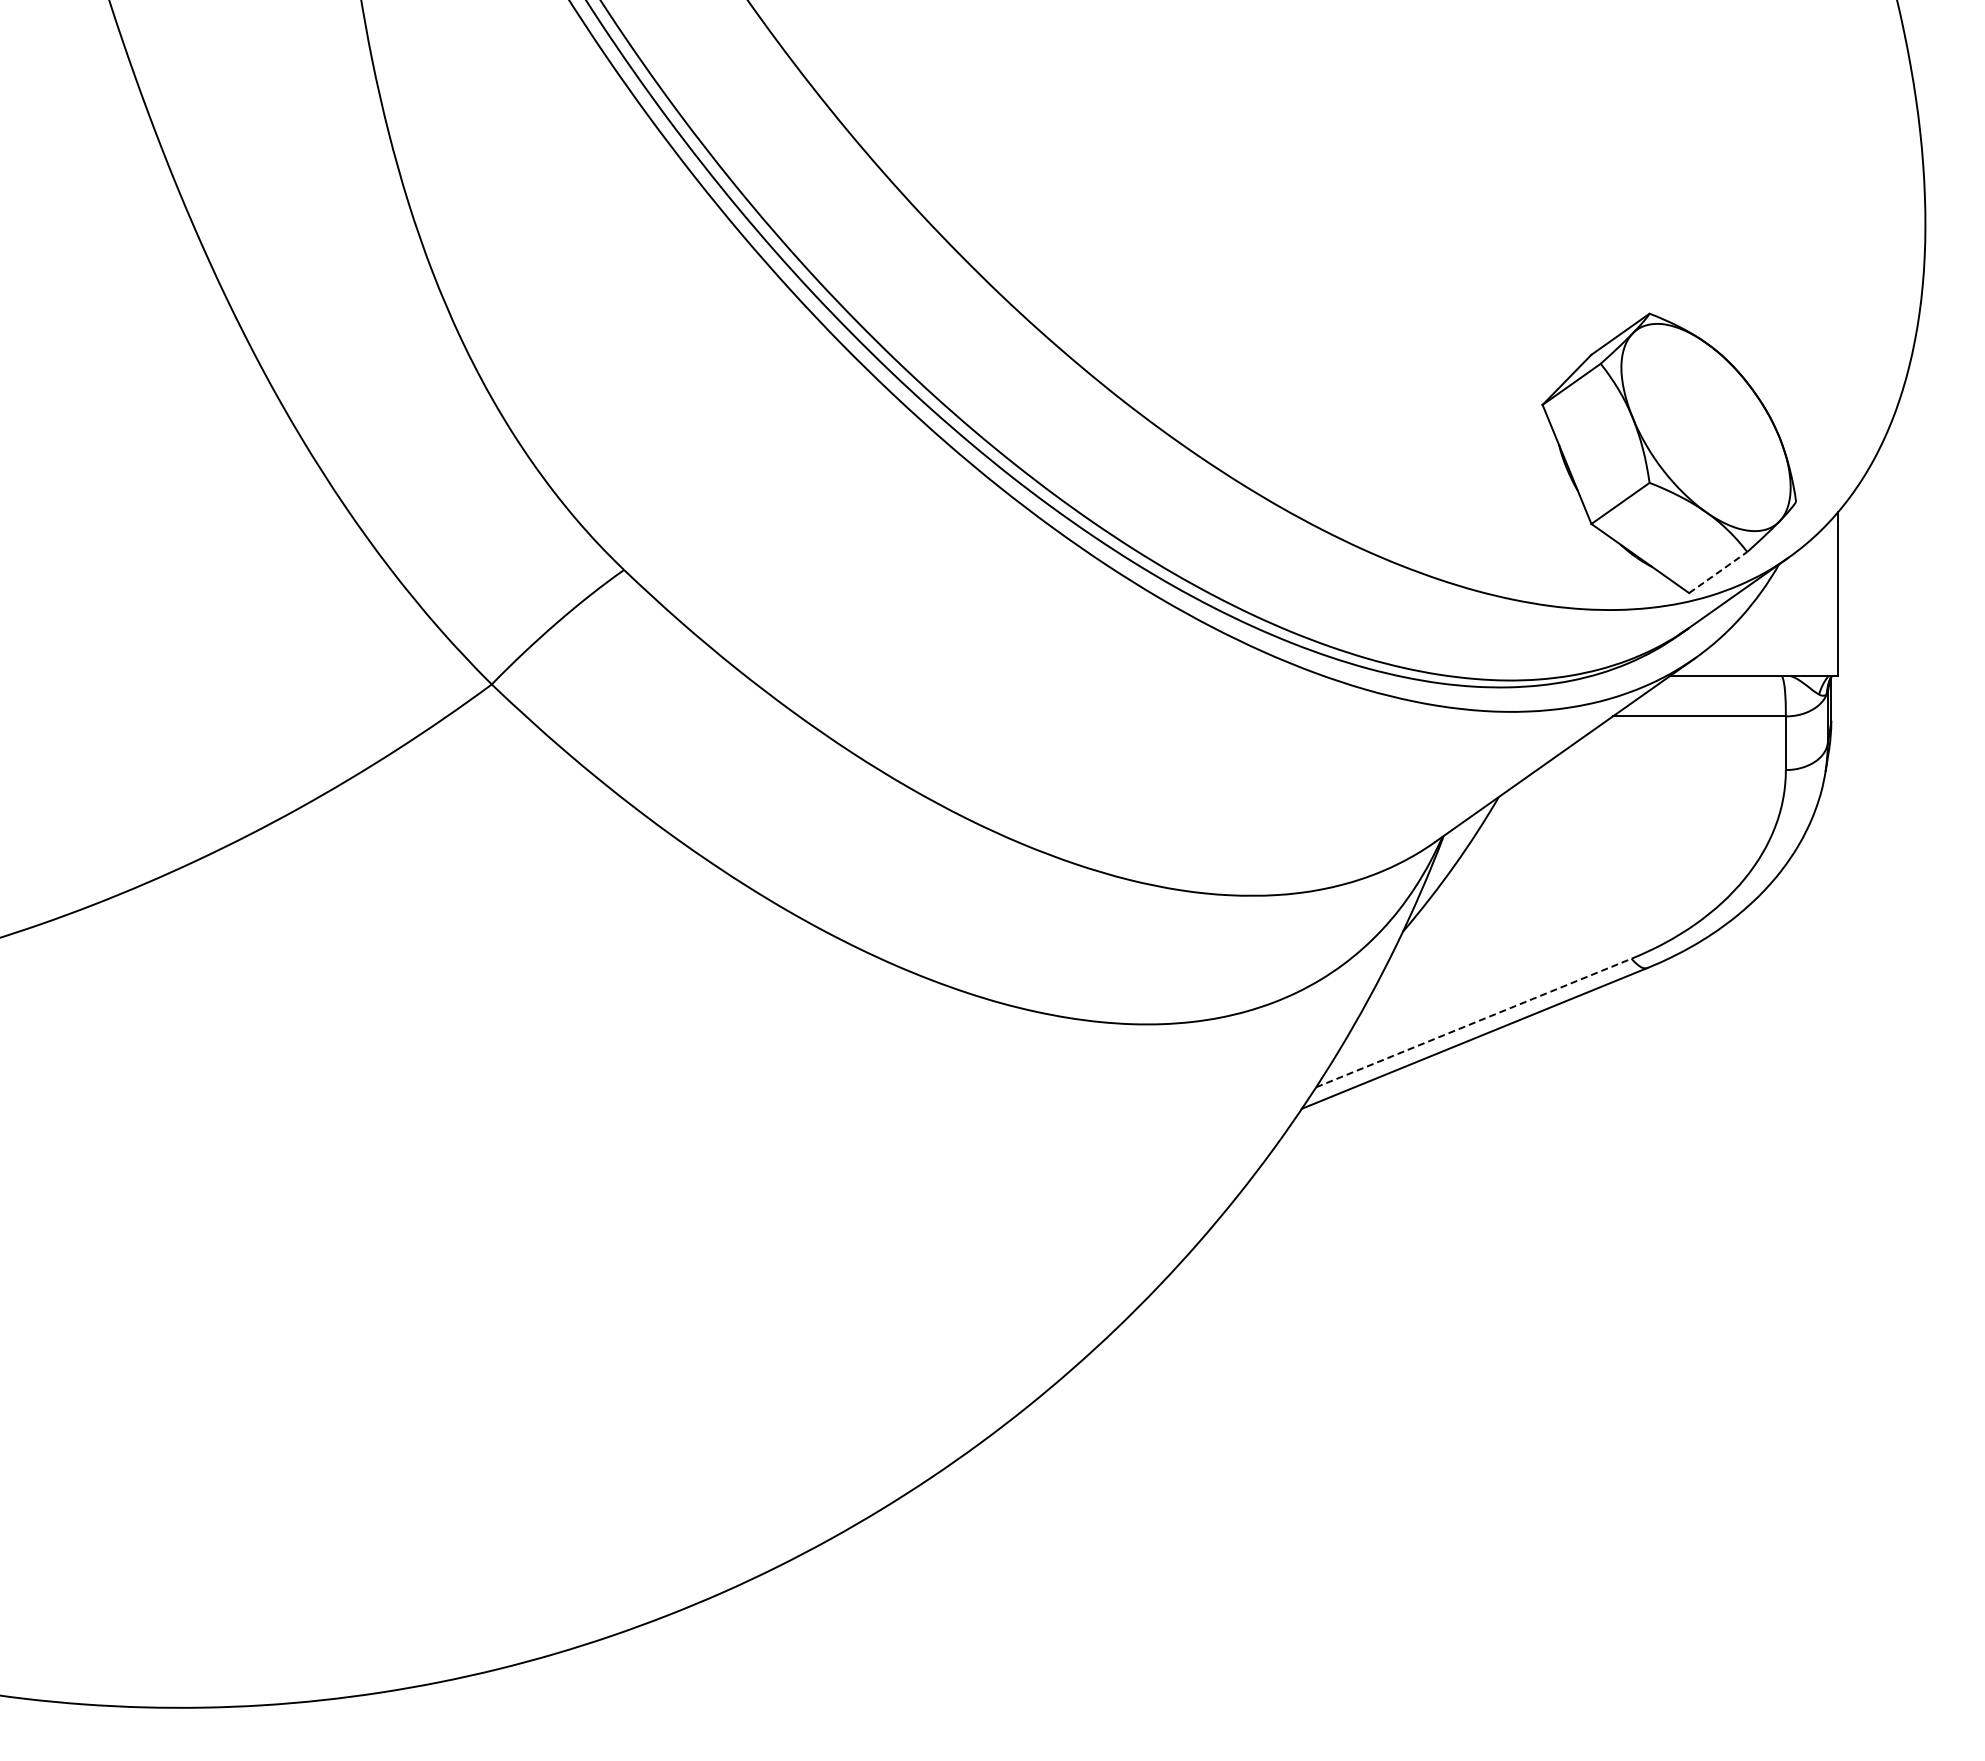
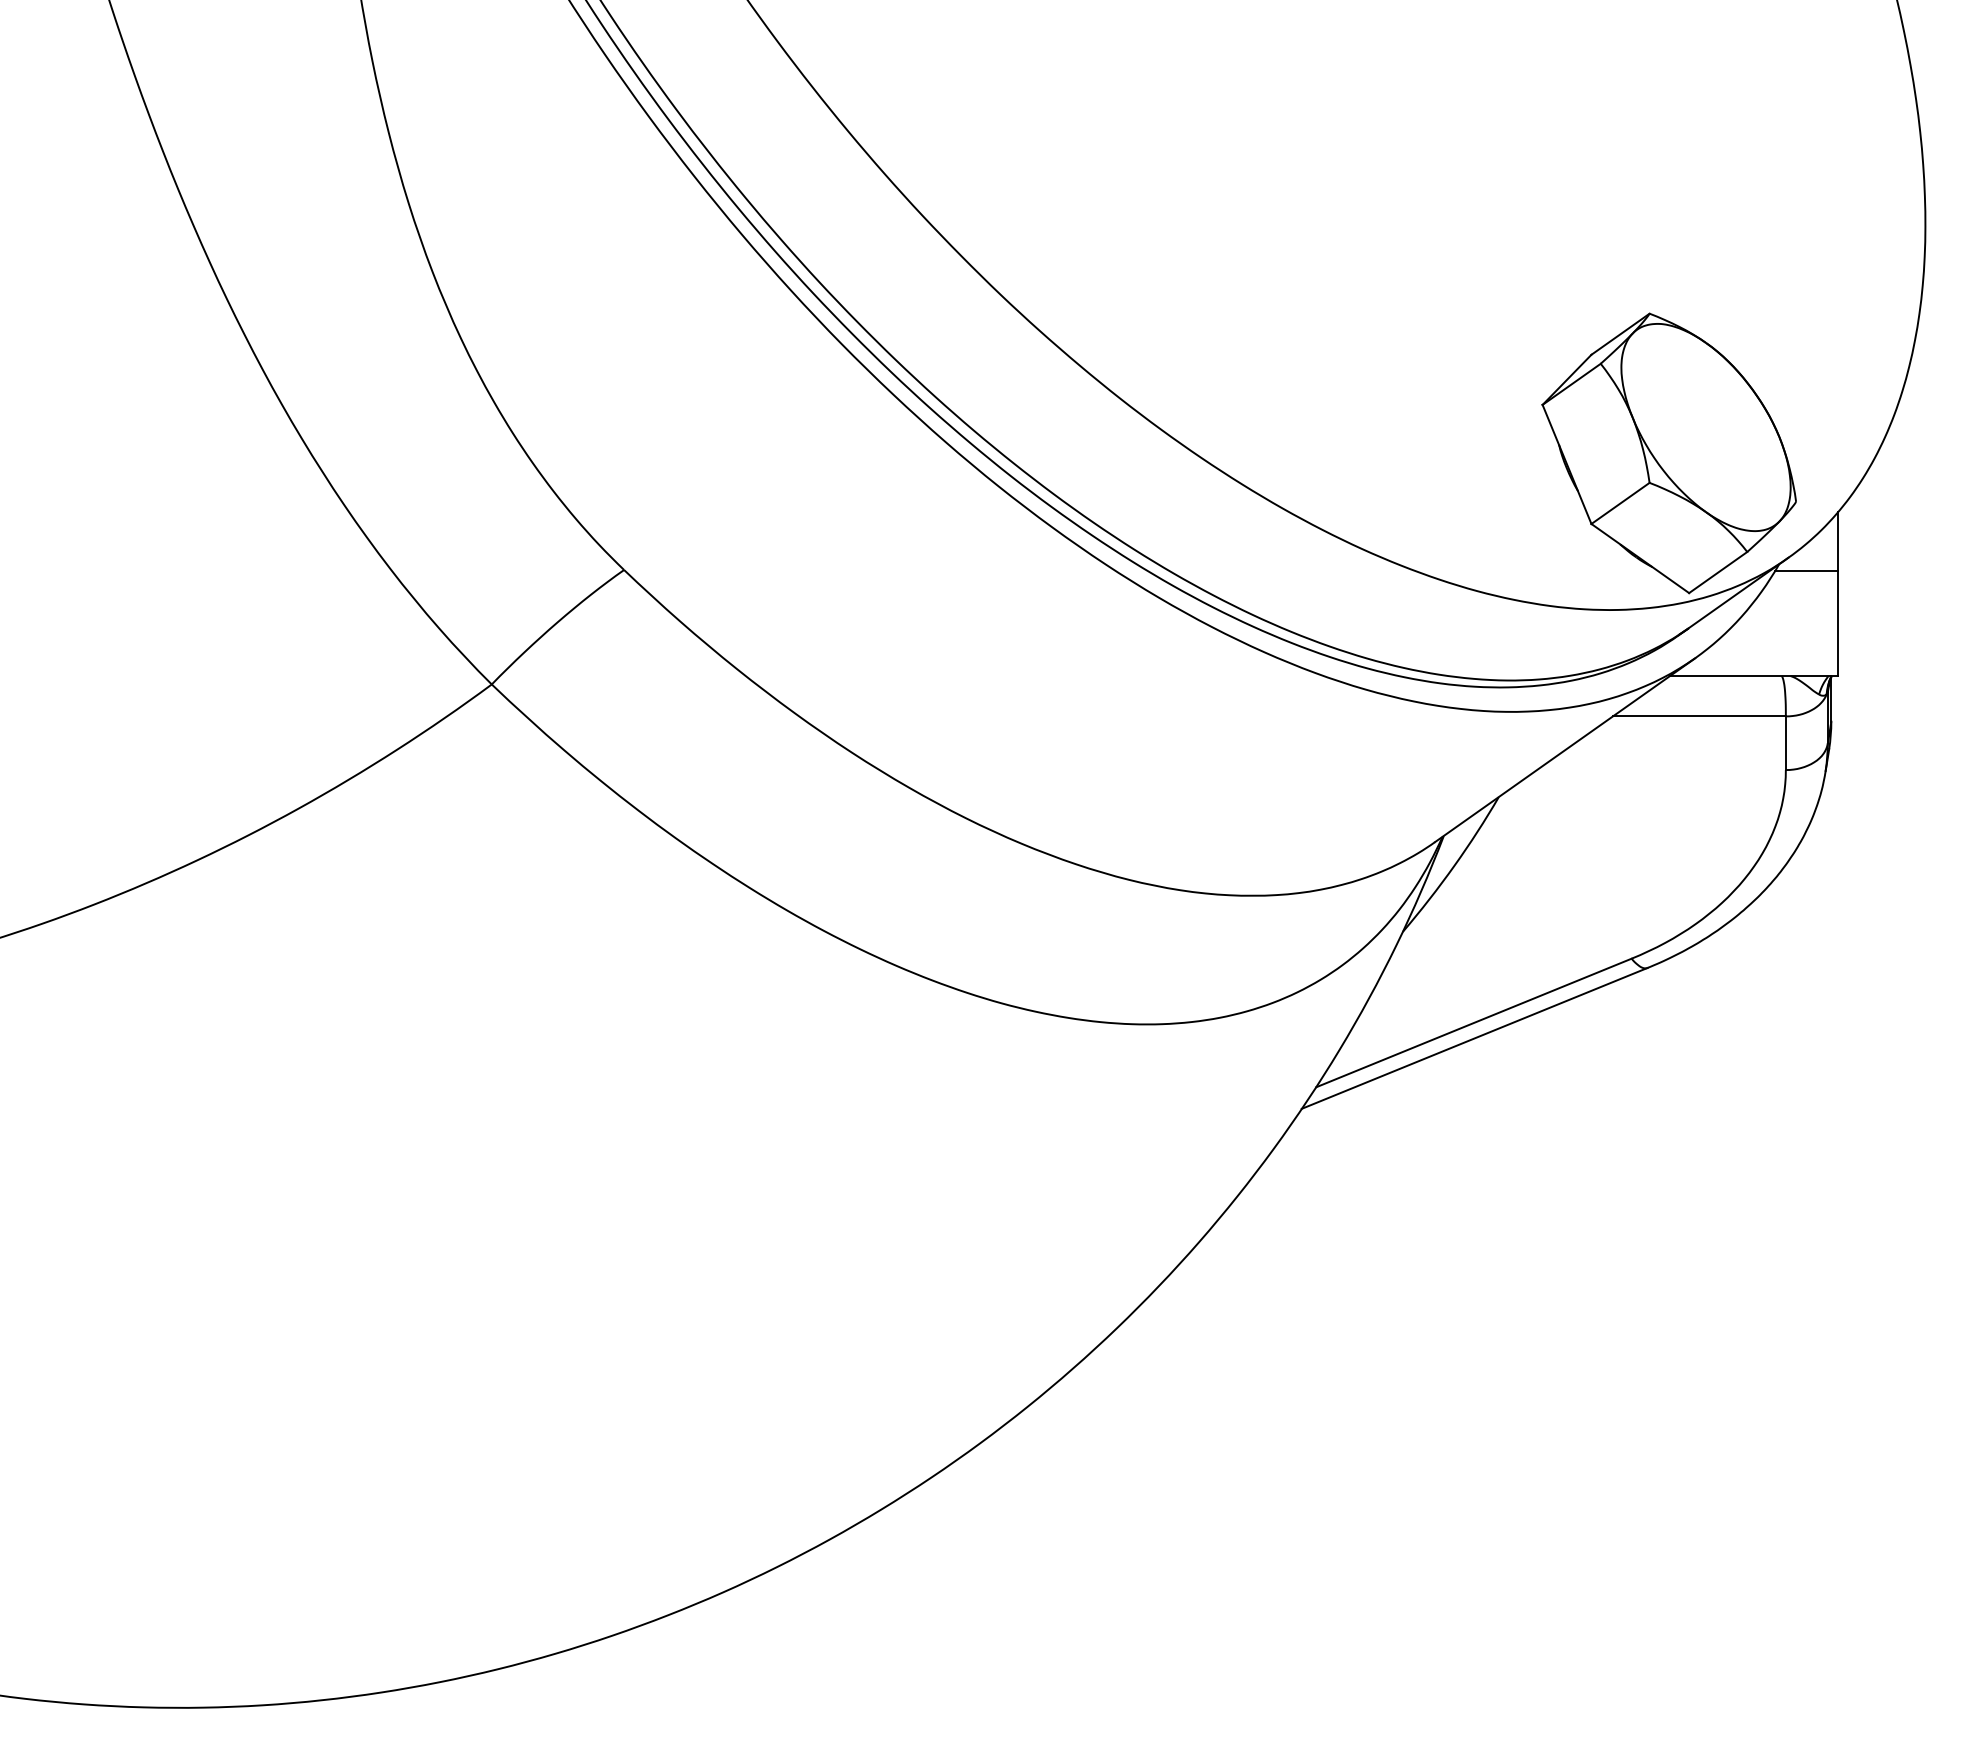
line at (1806, 570): none -> present
line at (1718, 572): dashed -> solid
line at (1474, 1022): dashed -> solid
